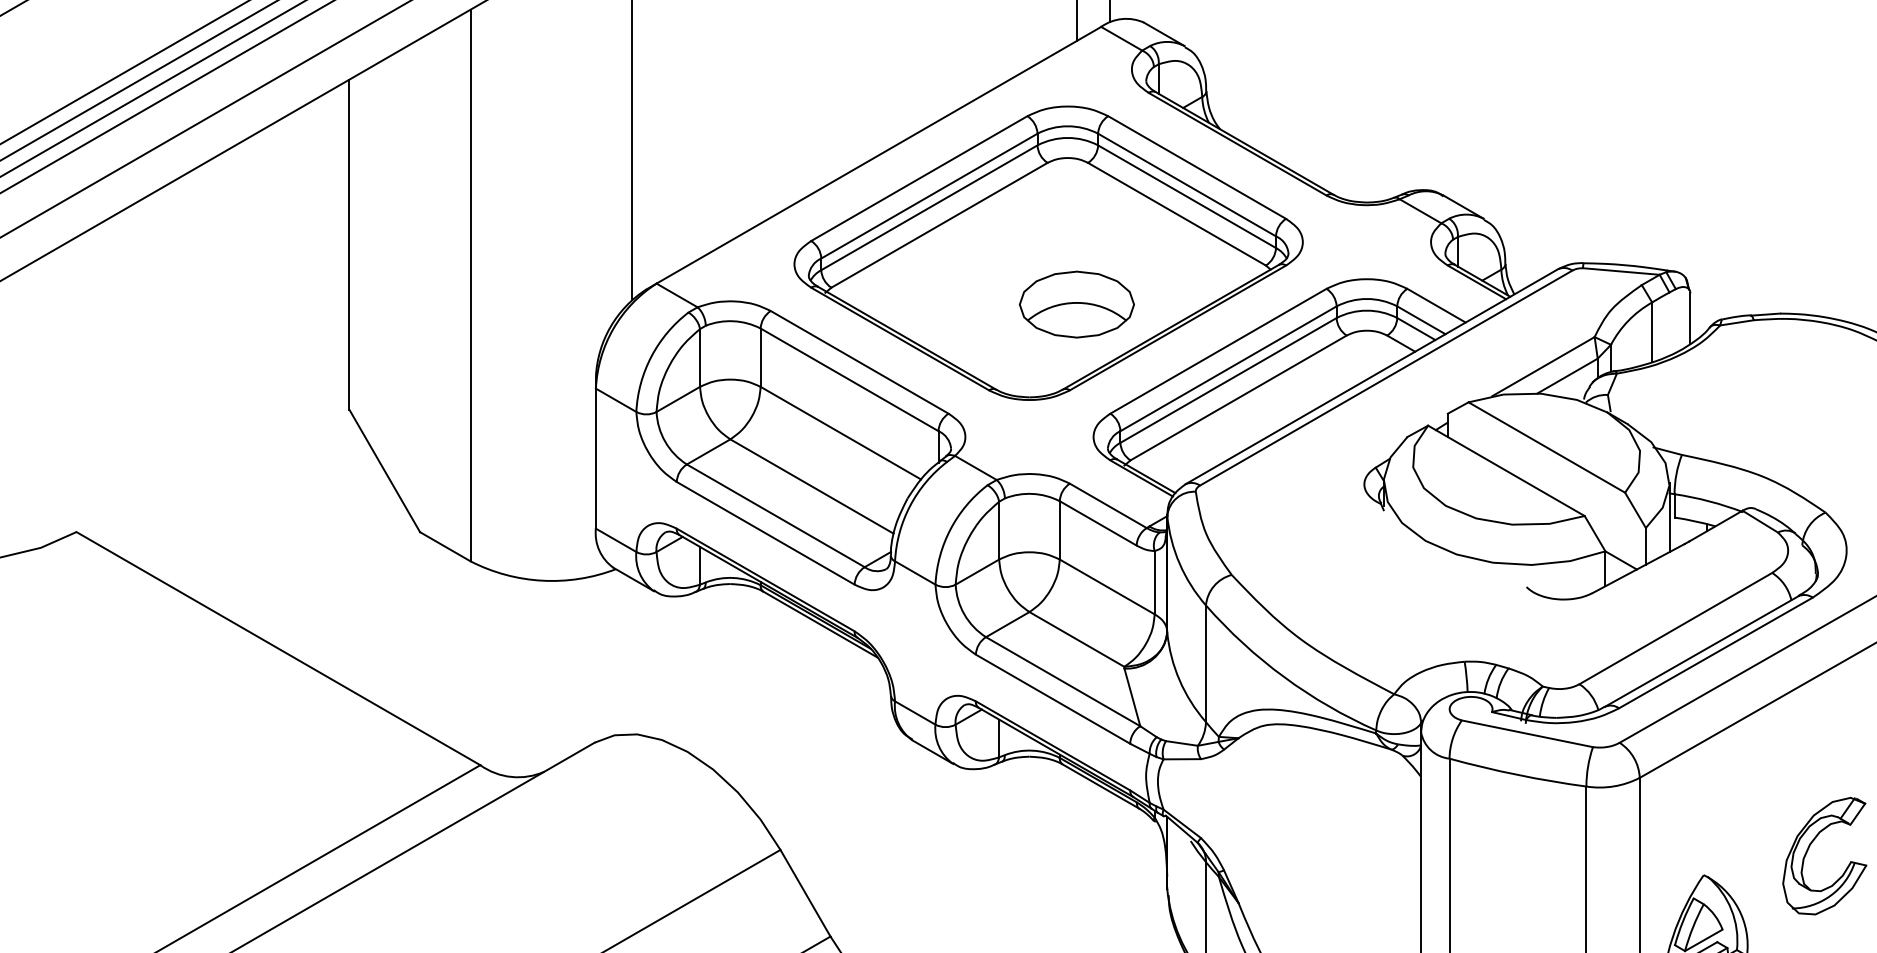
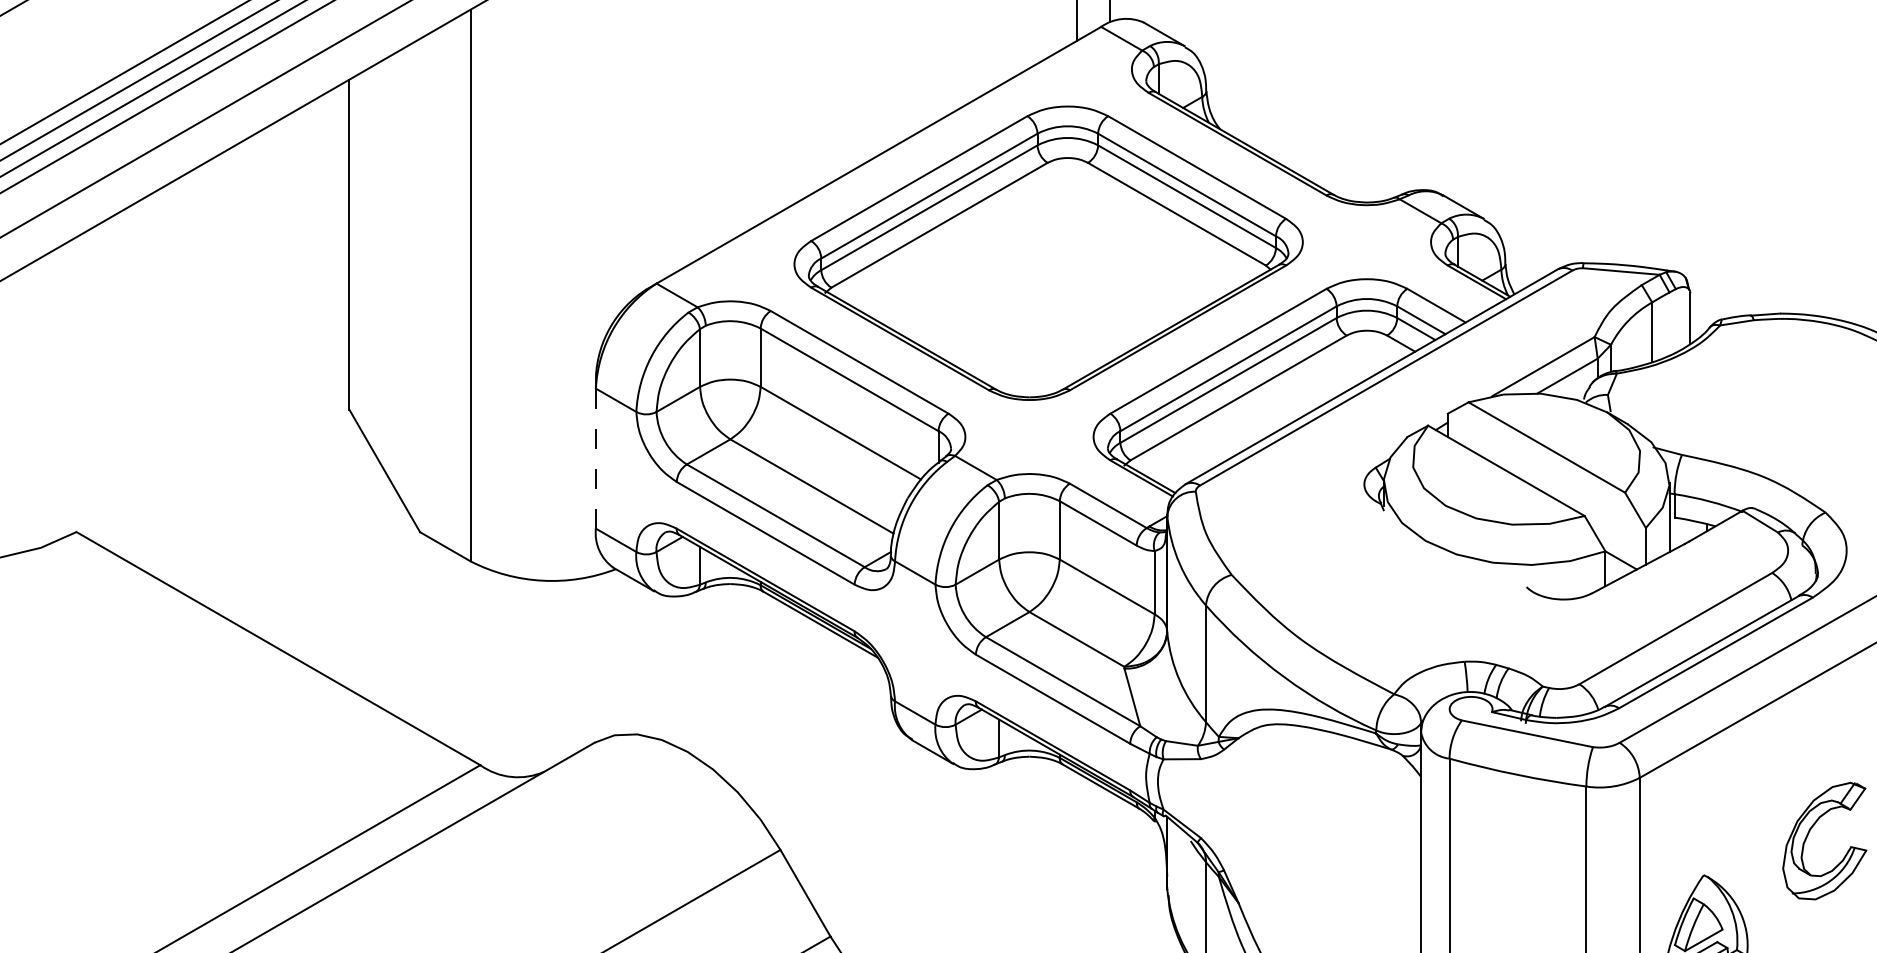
line at (632, 150): present -> none
part at (1076, 304): present -> none
line at (595, 458): solid -> dashed
part at (1809, 848) position: (1809, 848) -> (1809, 833)
